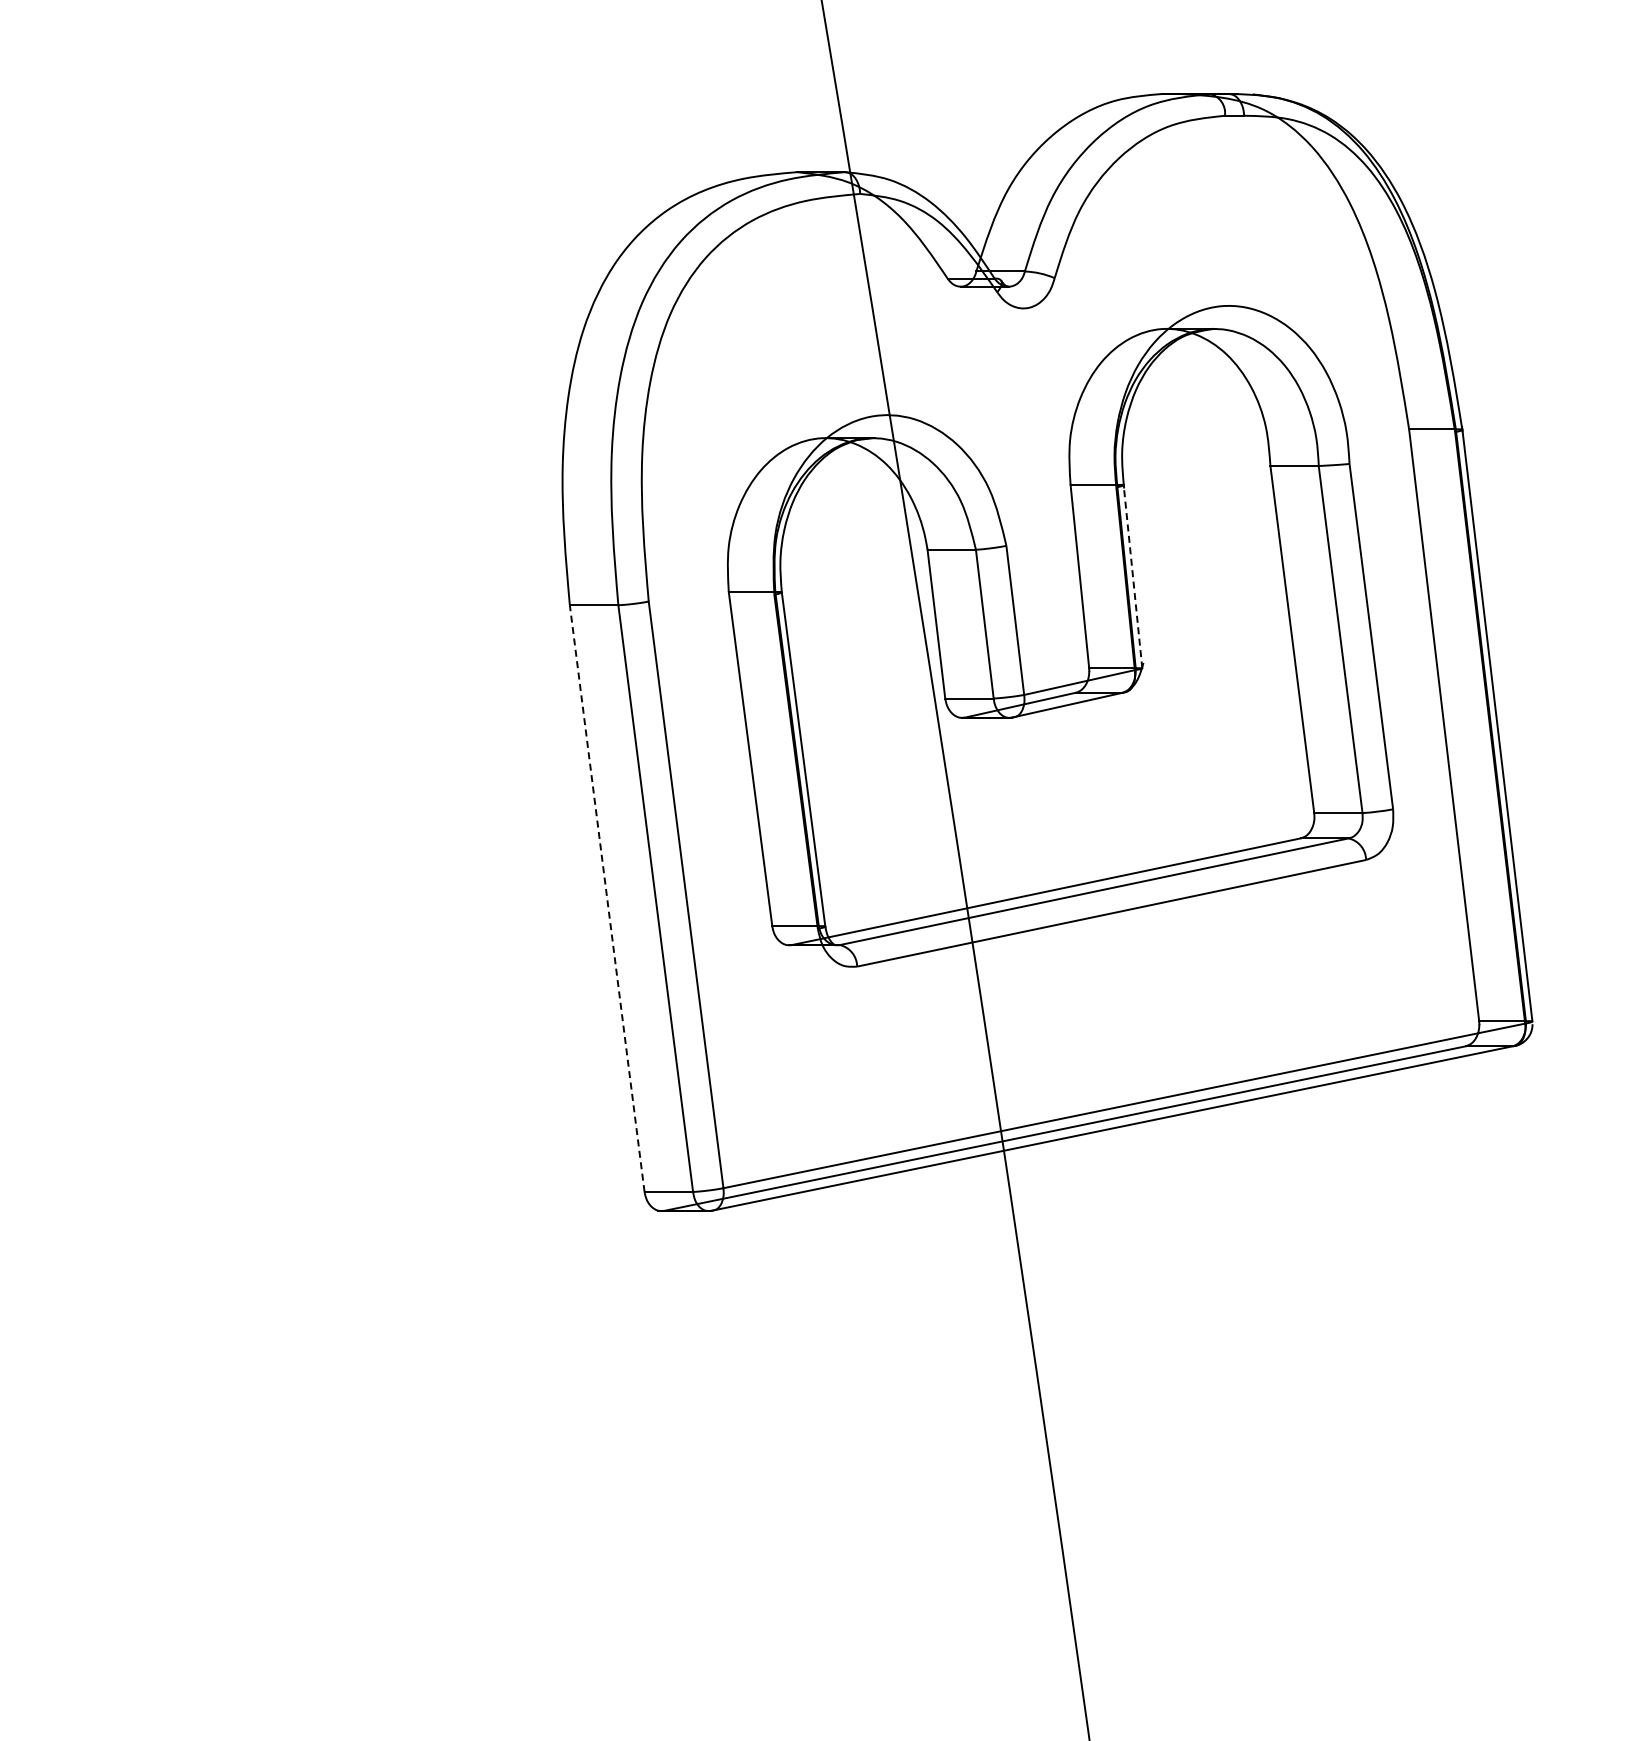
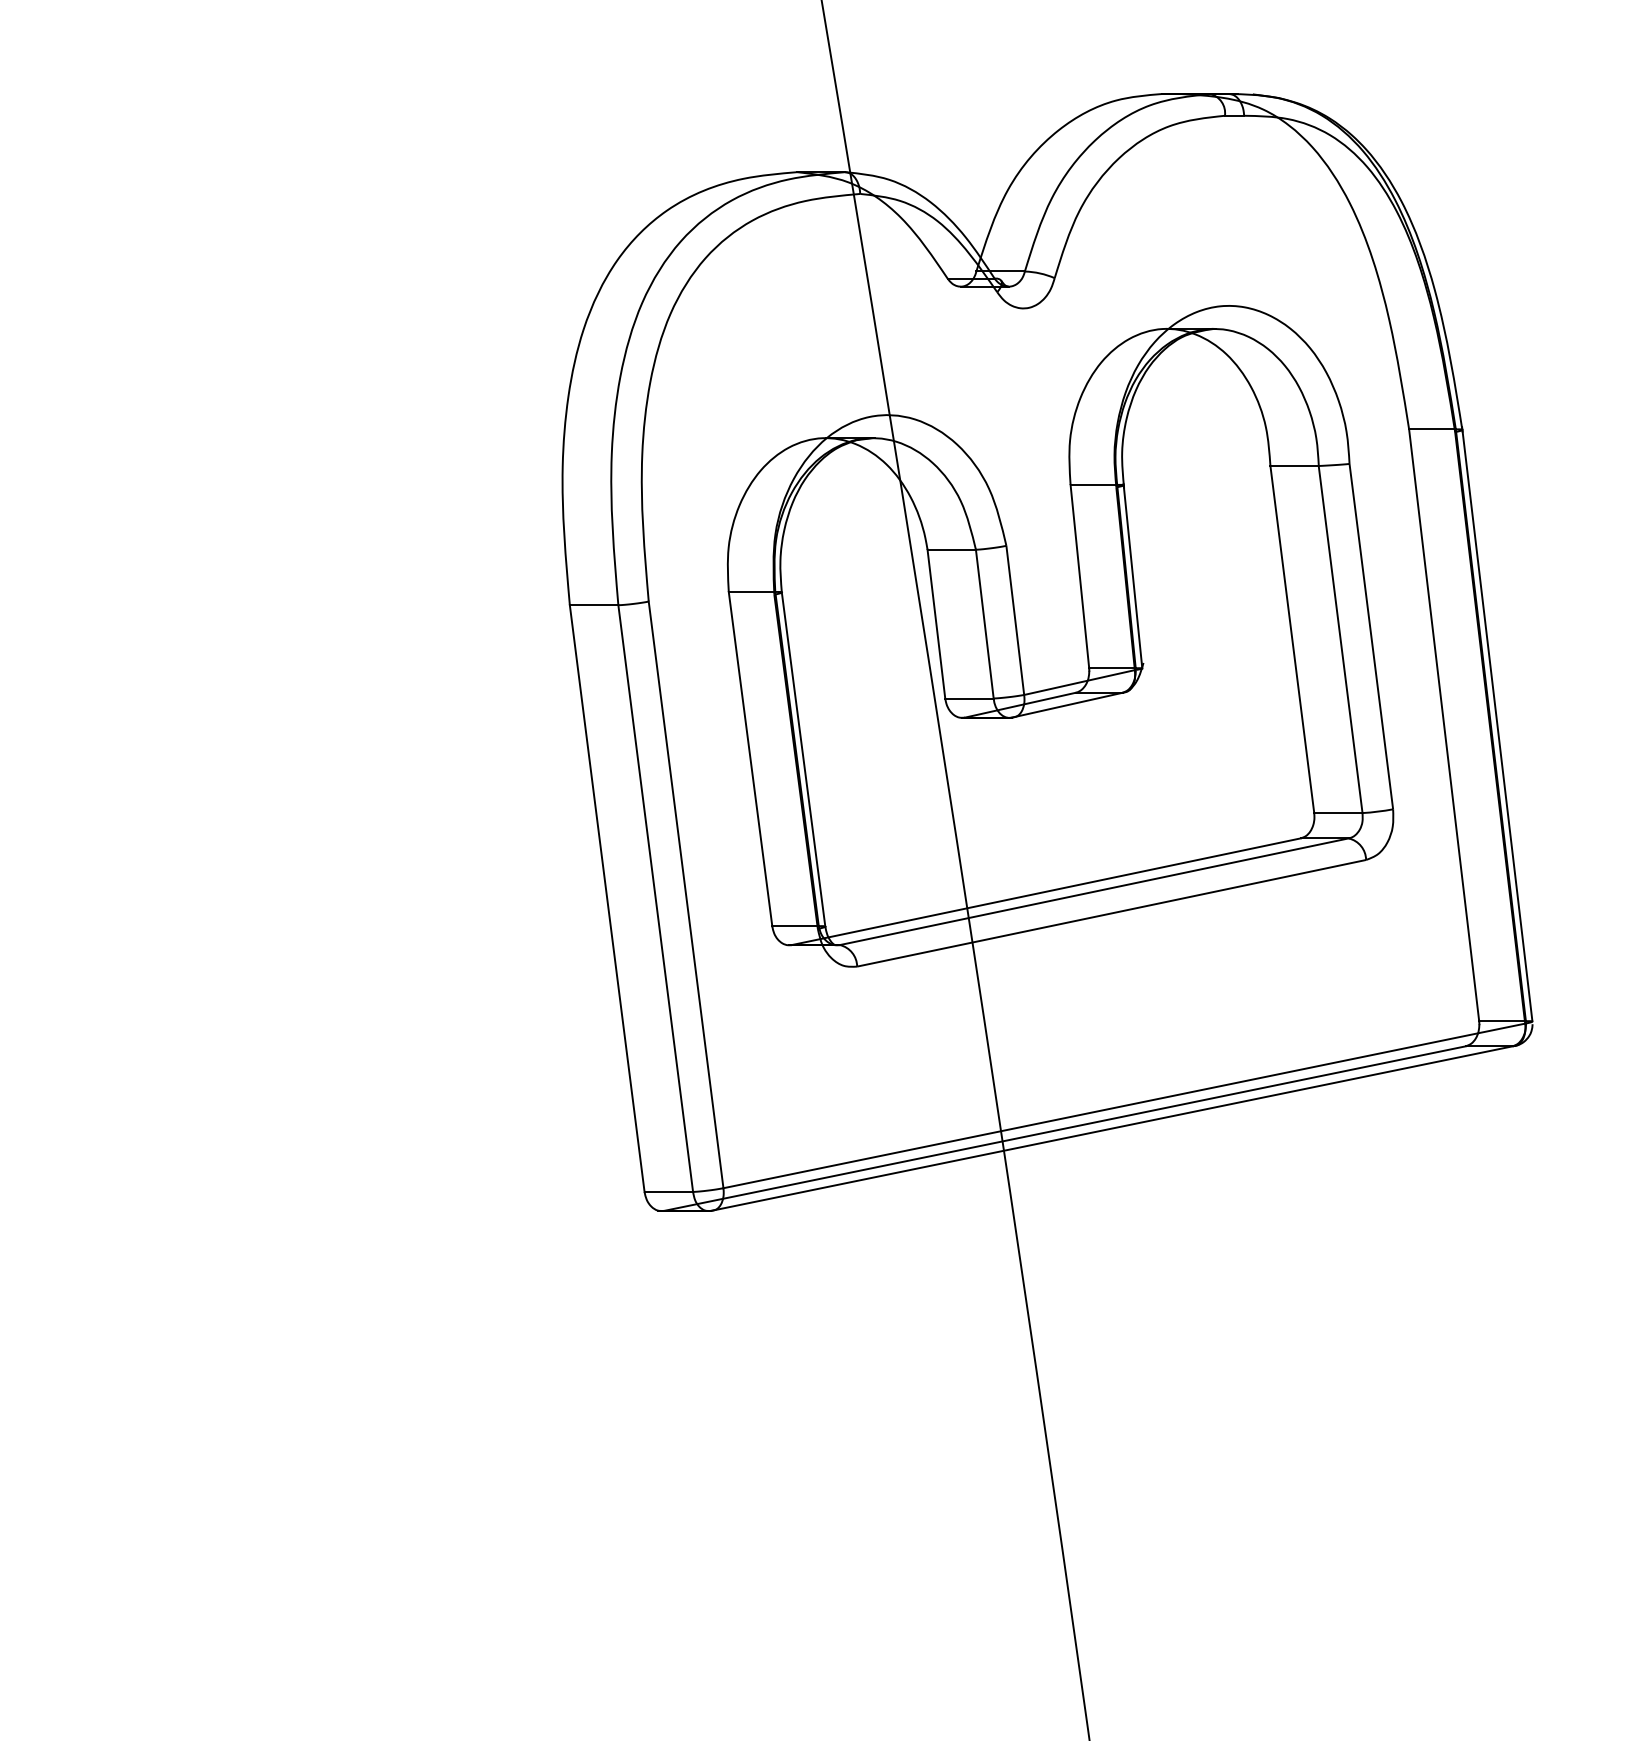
line at (1132, 576): dashed -> solid
line at (607, 898): dashed -> solid
